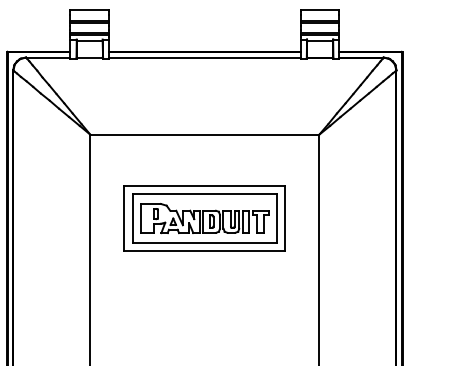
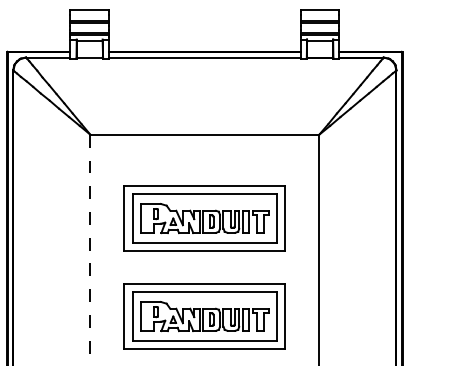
line at (90, 250): solid -> dashed
part at (204, 316): none -> present
